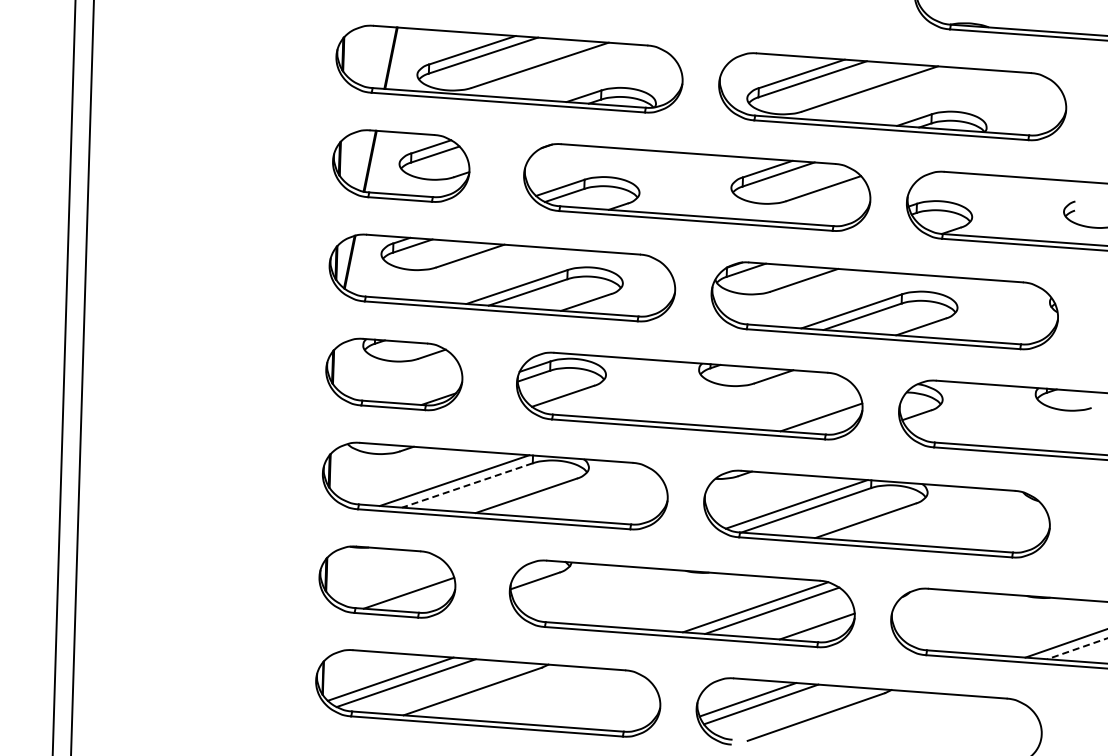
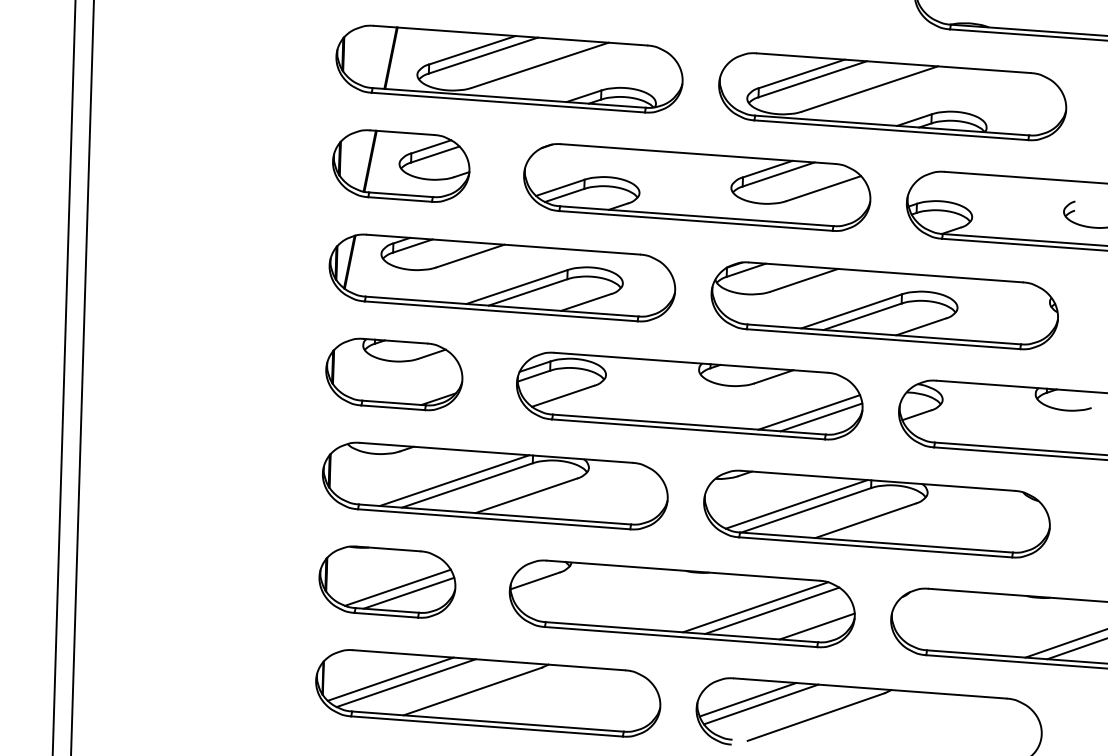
line at (809, 412): none -> present
line at (466, 485): dashed -> solid
line at (397, 587): none -> present
line at (1077, 648): dashed -> solid
